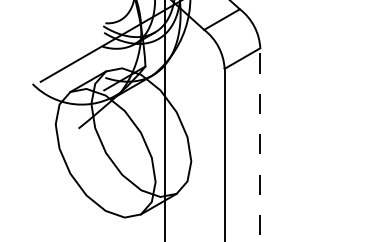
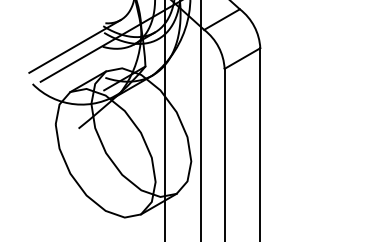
line at (74, 46): none -> present
line at (200, 120): none -> present
line at (260, 144): dashed -> solid
